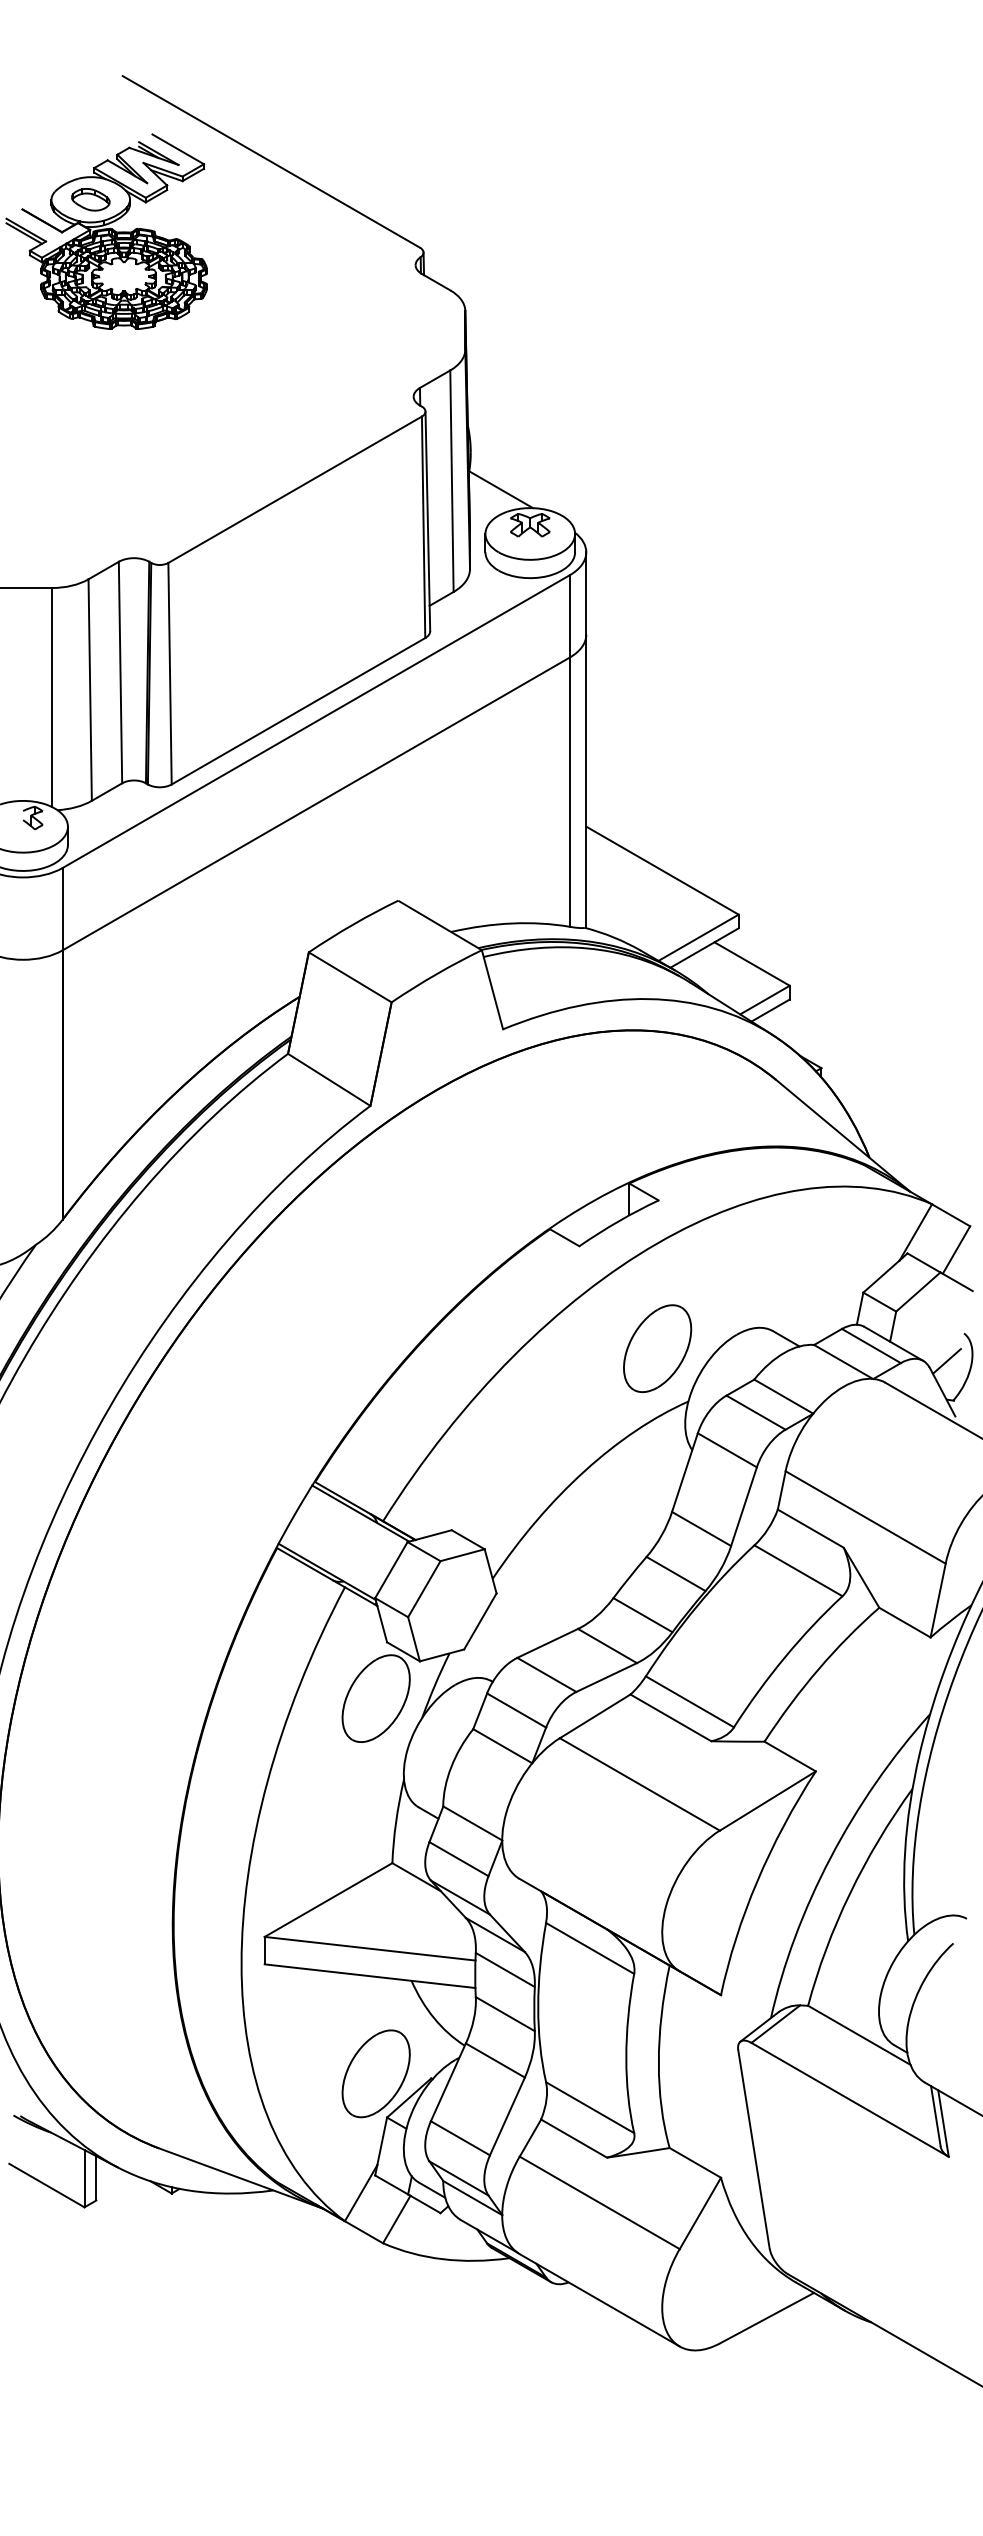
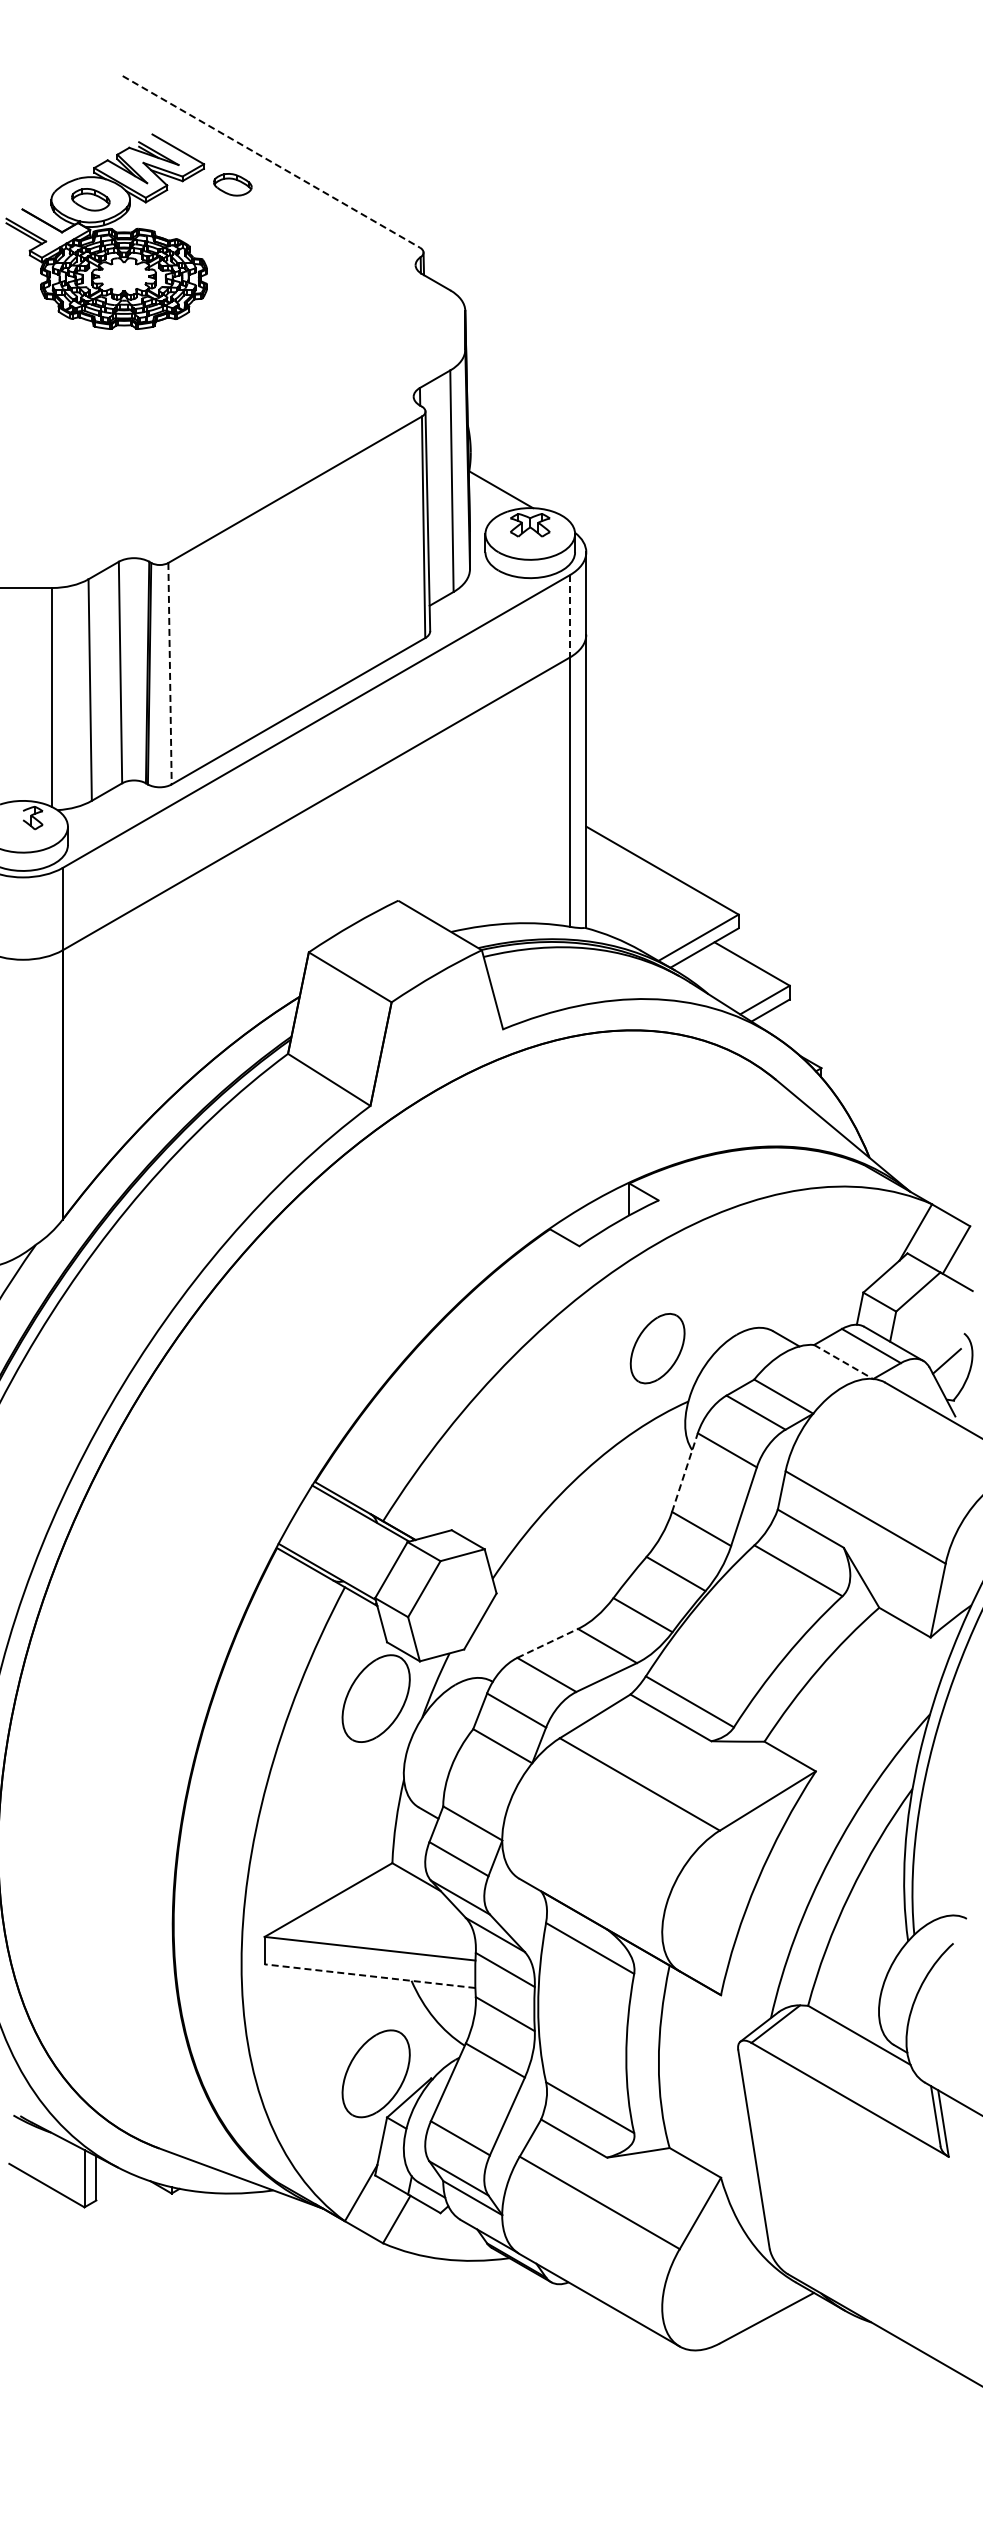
line at (271, 161): solid -> dashed
part at (232, 184): none -> present
line at (569, 616): solid -> dashed
line at (170, 673): solid -> dashed
part at (657, 1348) size: 70x89 px -> 57x72 px
line at (843, 1361): solid -> dashed
line at (685, 1472): solid -> dashed
line at (547, 1643): solid -> dashed
line at (369, 1976): solid -> dashed
